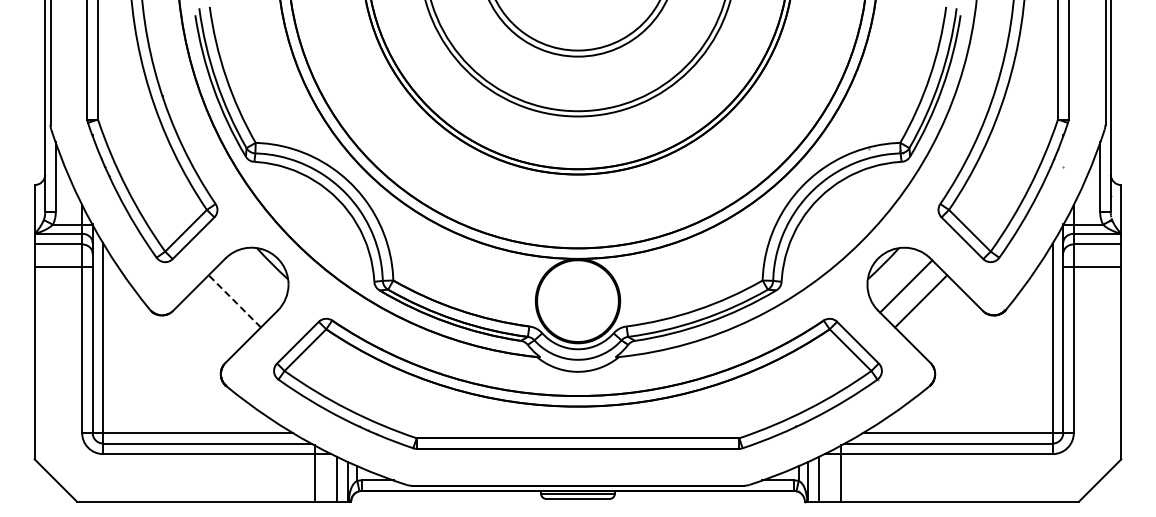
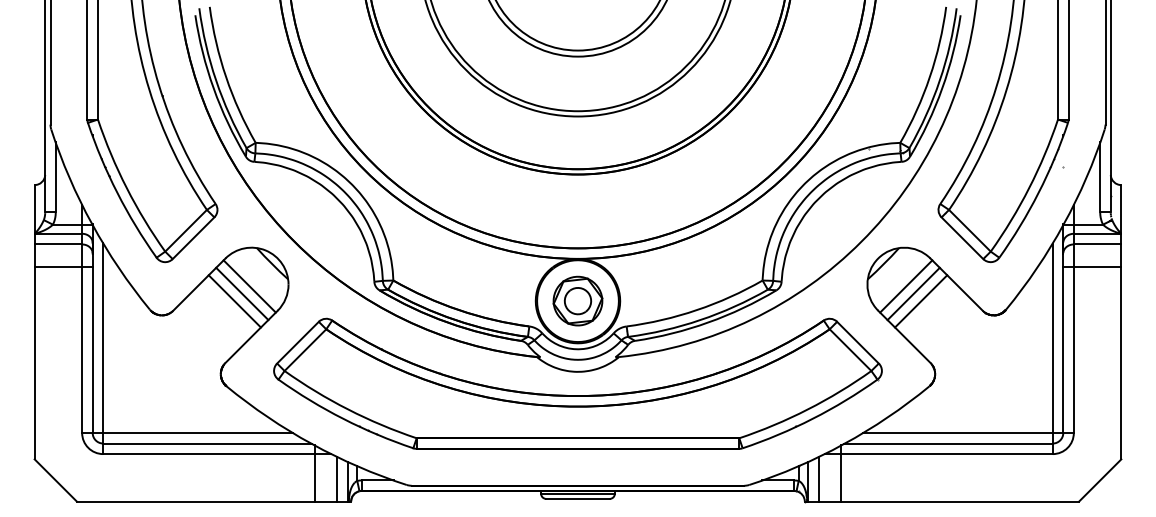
line at (249, 286): none -> present
line at (242, 293): none -> present
line at (913, 293): none -> present
part at (577, 300): none -> present
line at (234, 301): dashed -> solid
